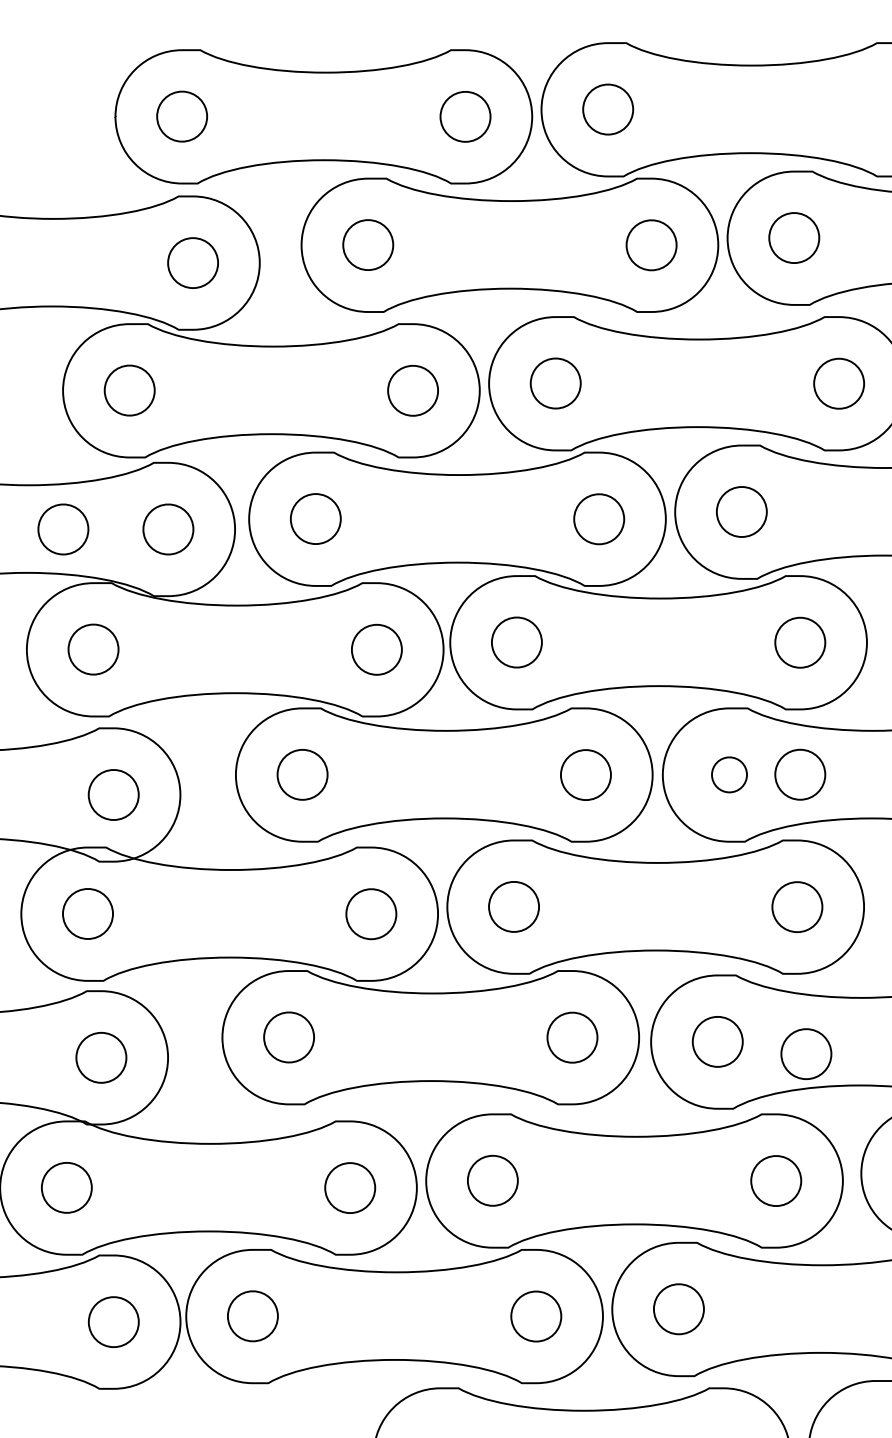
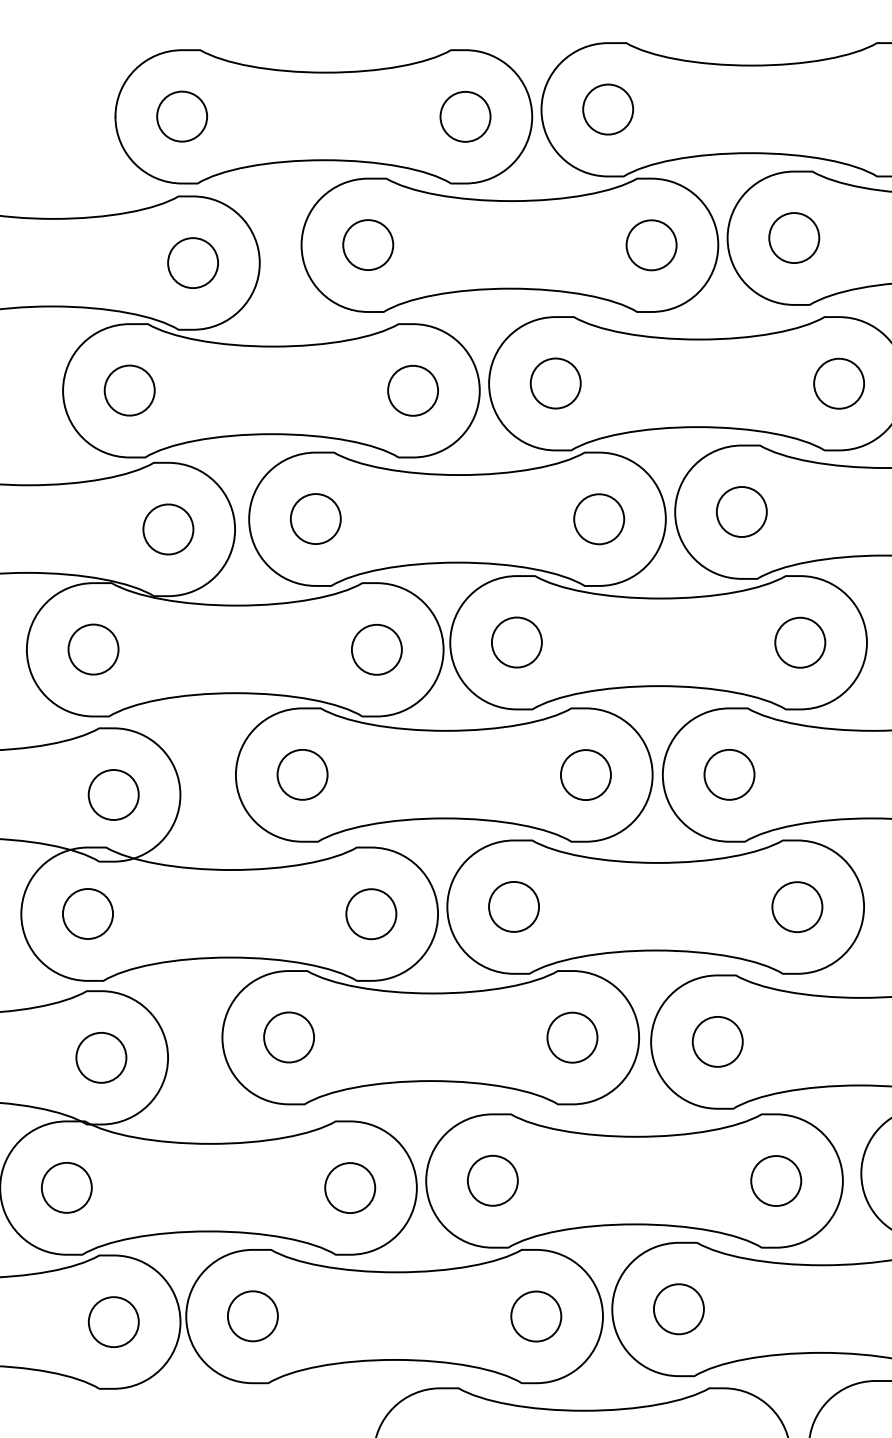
part at (63, 529): present -> none
part at (729, 774) size: 37x38 px -> 53x52 px
part at (800, 774): present -> none
part at (806, 1053): present -> none
